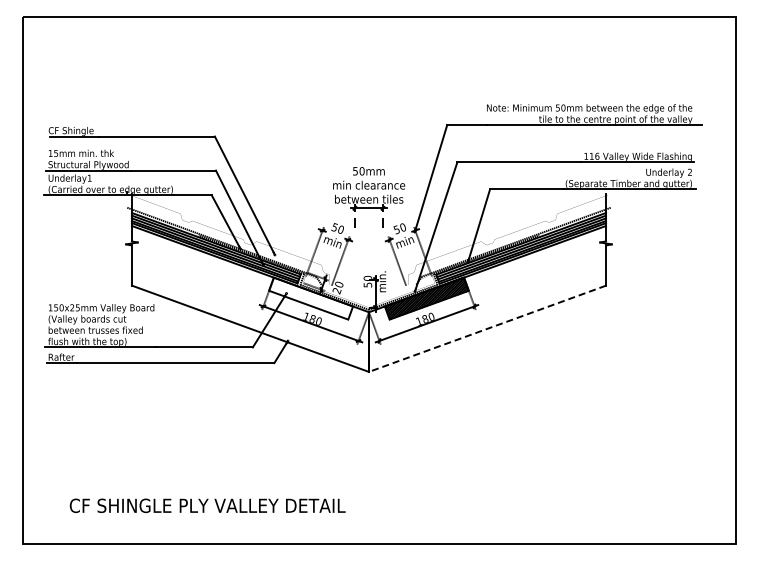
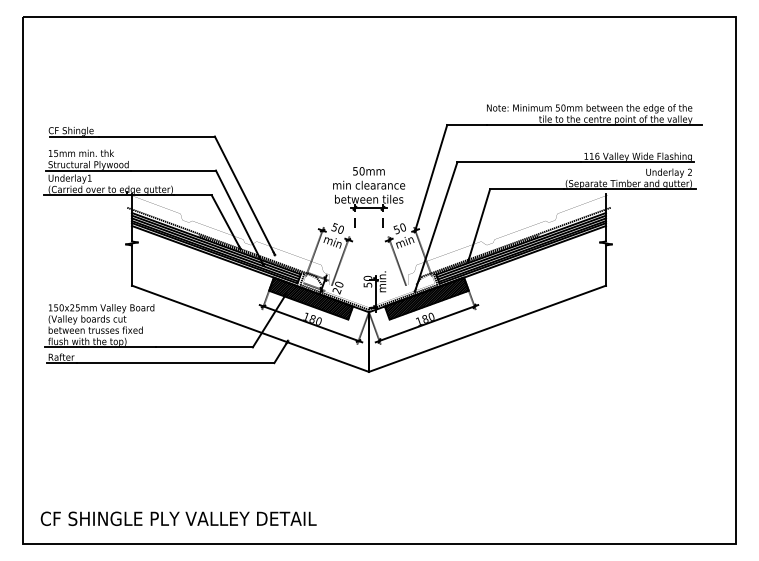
hatch at (310, 298): none -> present
line at (487, 328): dashed -> solid
text at (207, 505) position: (207, 505) -> (178, 518)
